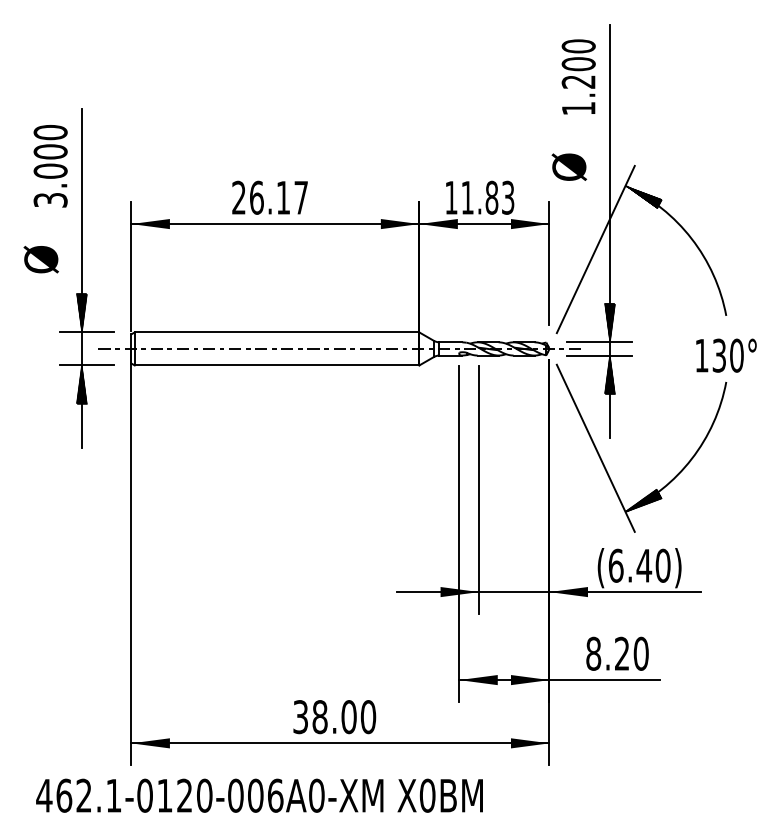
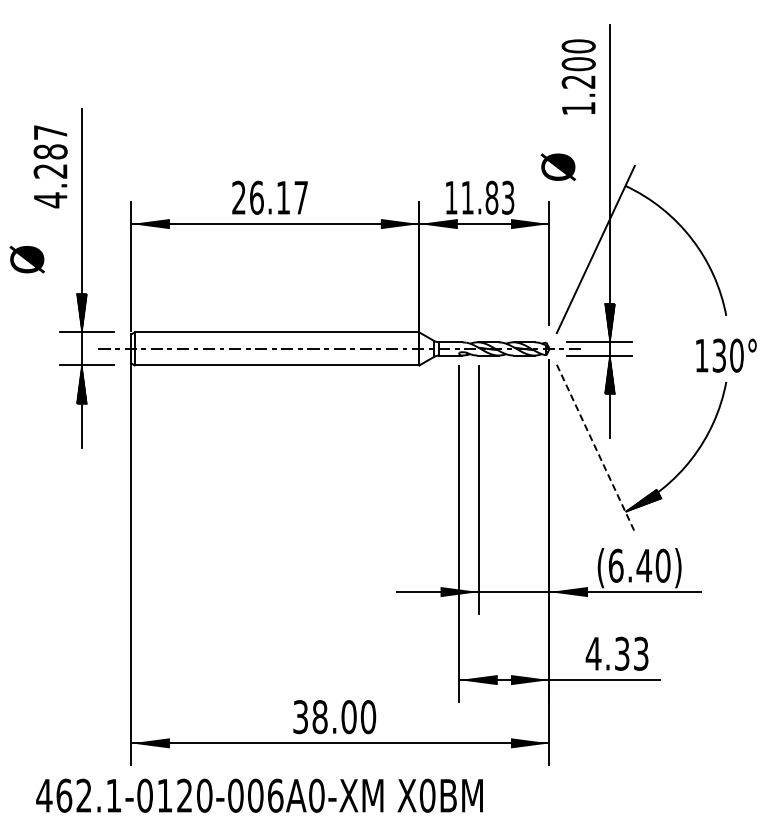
text at (50, 166): 3.000 -> 4.287
text at (569, 166) position: (569, 166) -> (558, 166)
hatch at (643, 196): present -> none
text at (40, 259) position: (40, 259) -> (26, 259)
line at (596, 448): solid -> dashed
text at (616, 653): 8.20 -> 4.33
